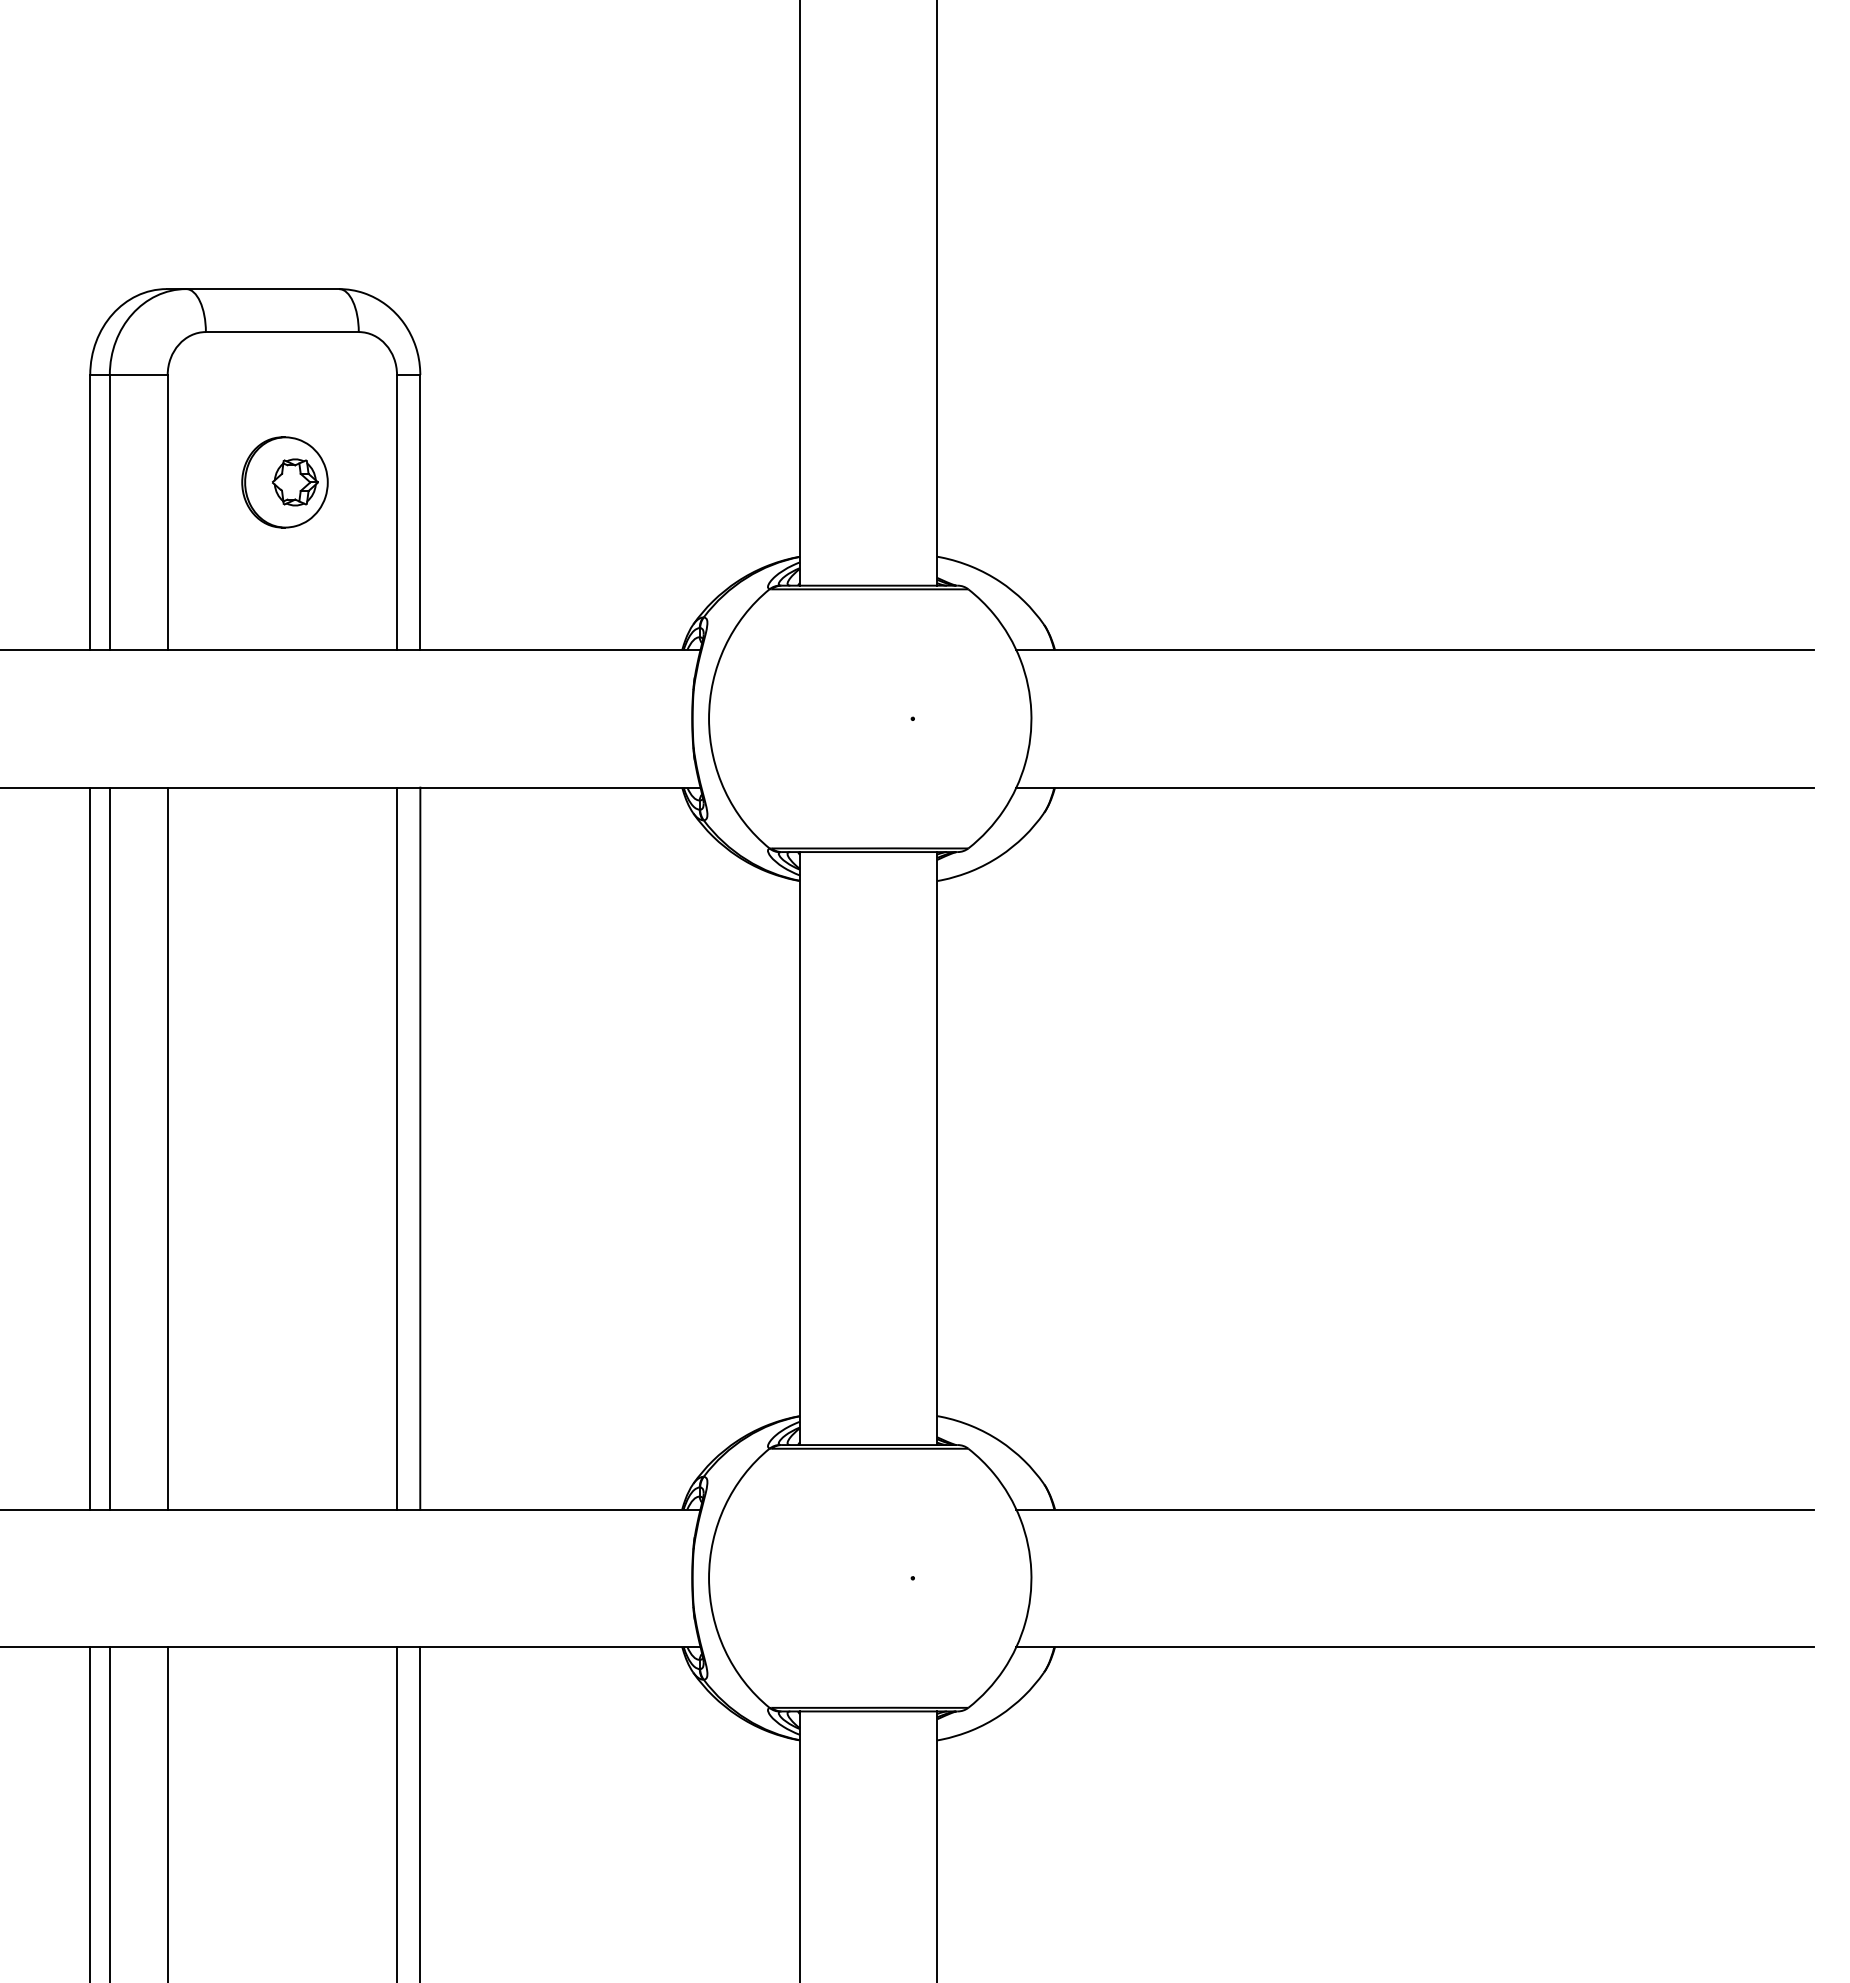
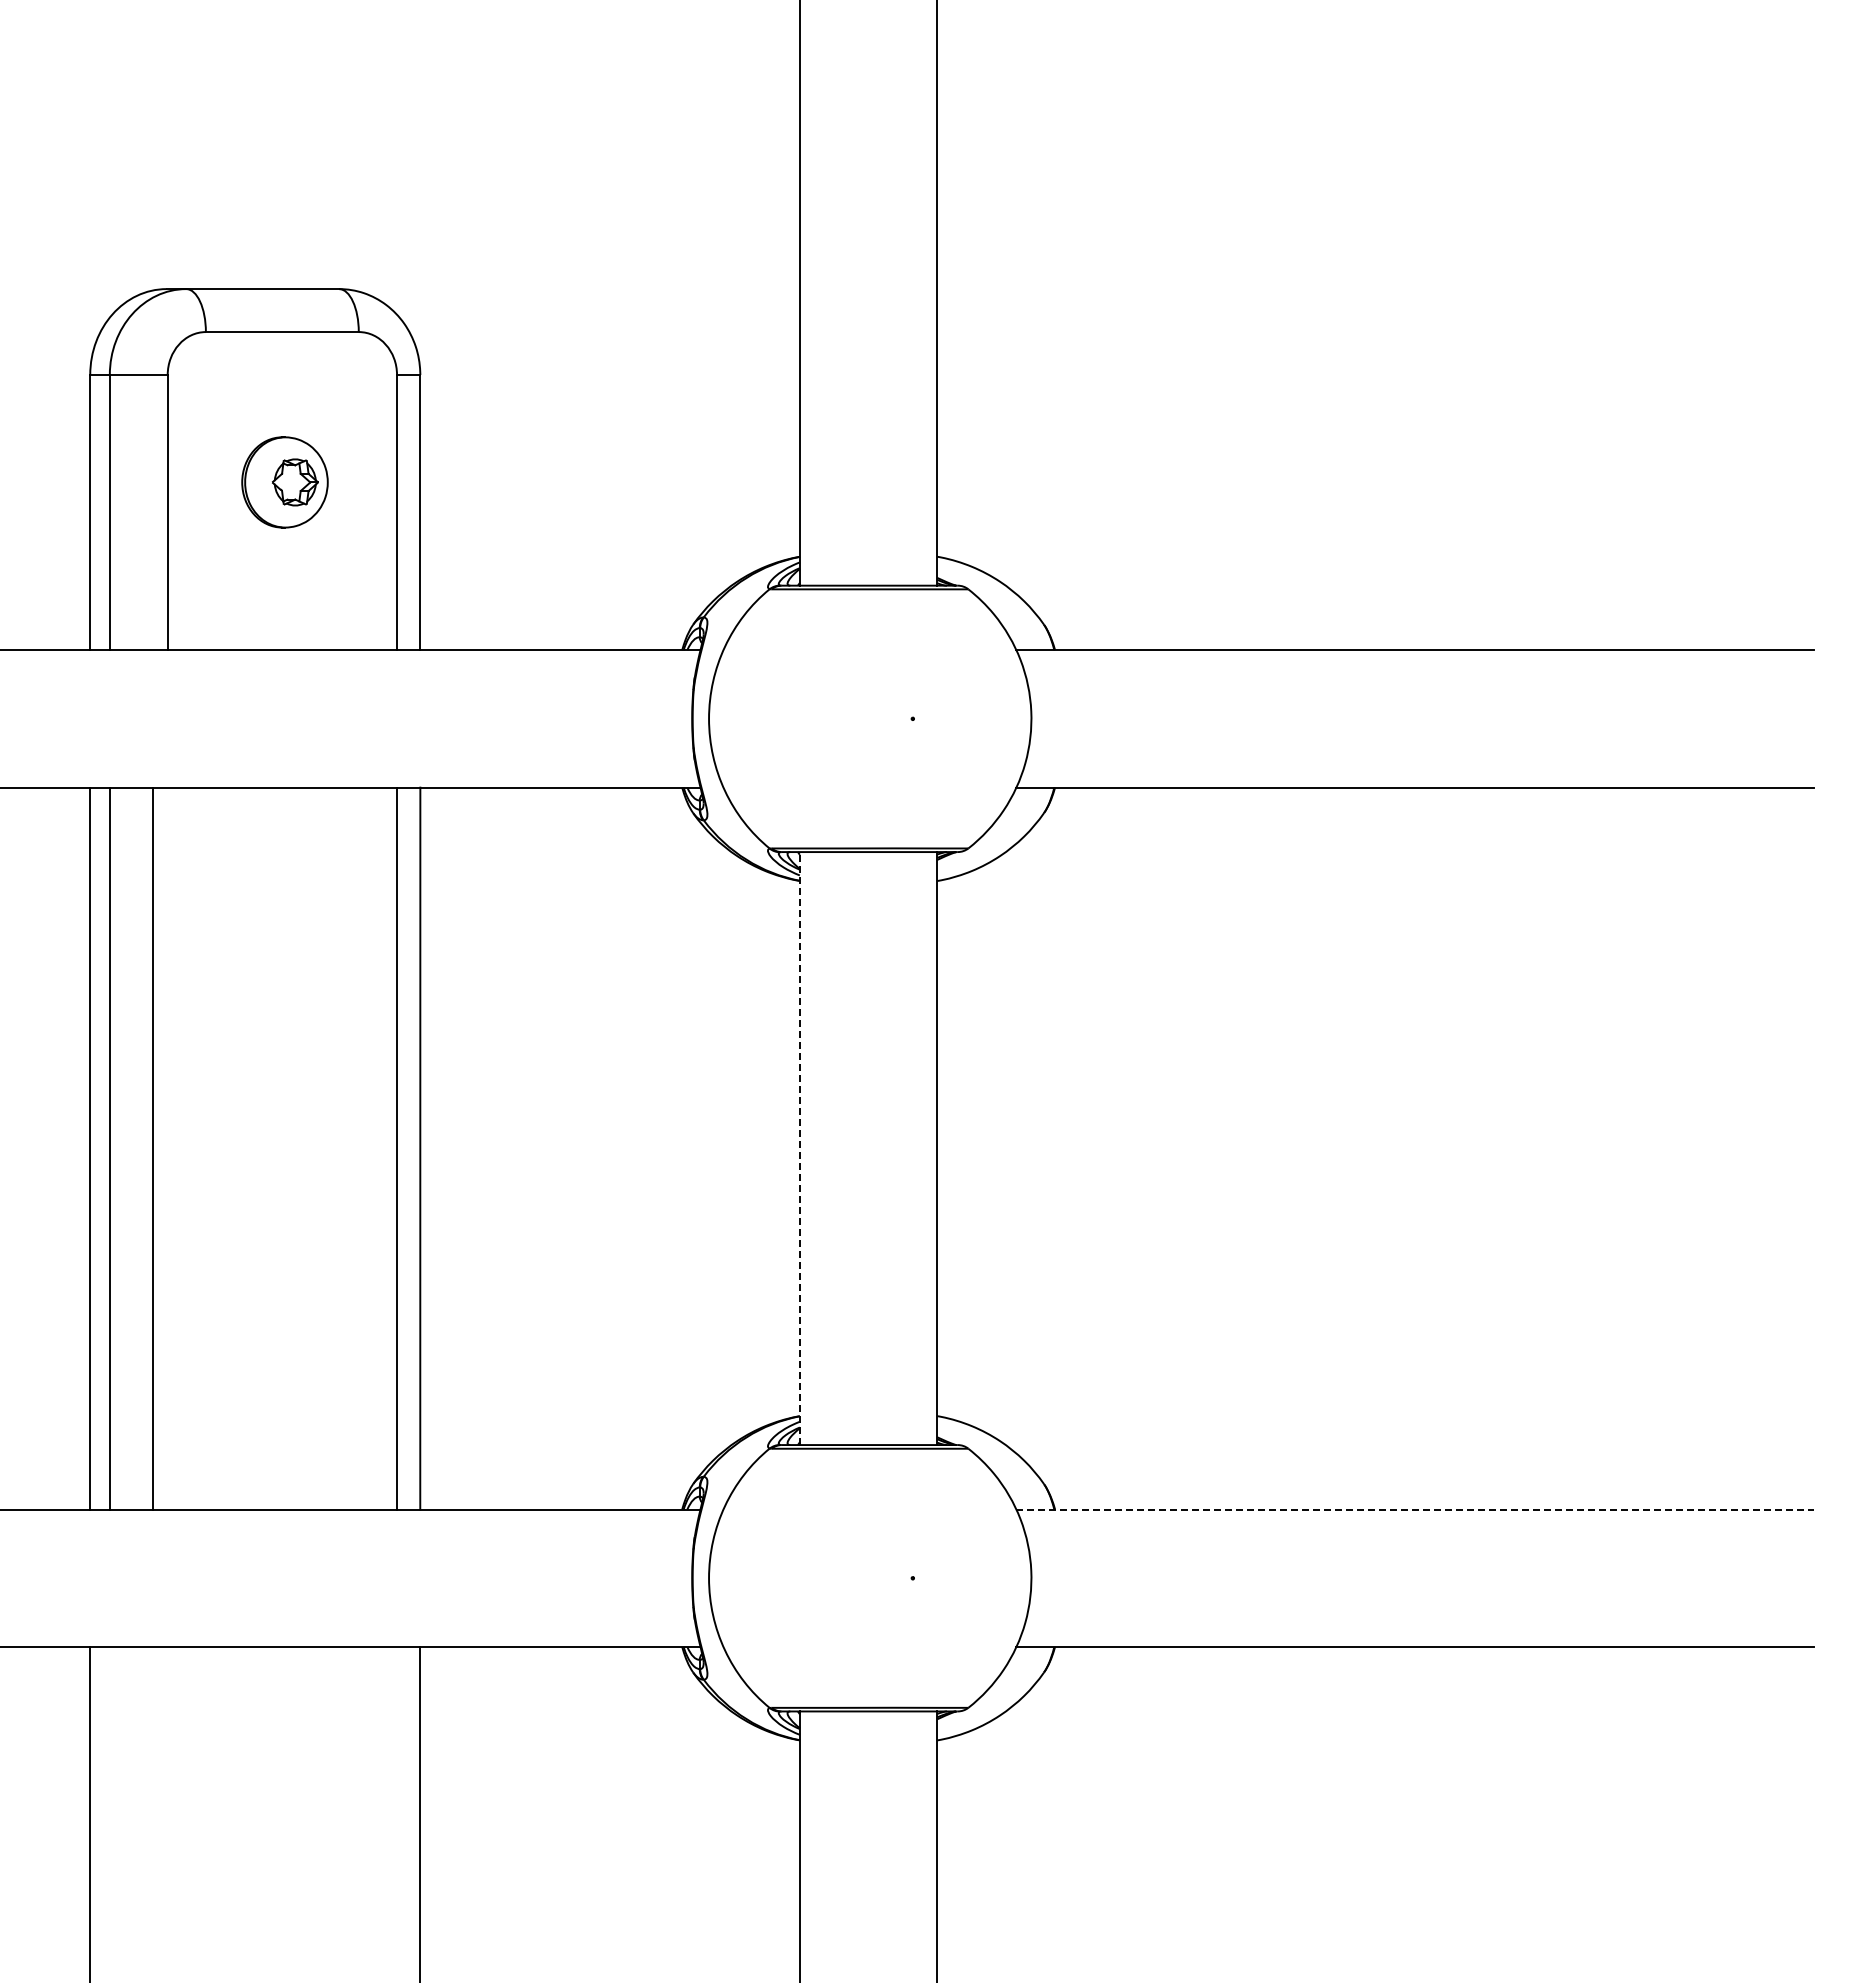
line at (167, 1148) position: (167, 1148) -> (152, 1148)
line at (799, 1148): solid -> dashed
line at (1415, 1509): solid -> dashed
line at (109, 1813): present -> none
line at (167, 1813): present -> none
line at (396, 1813): present -> none
